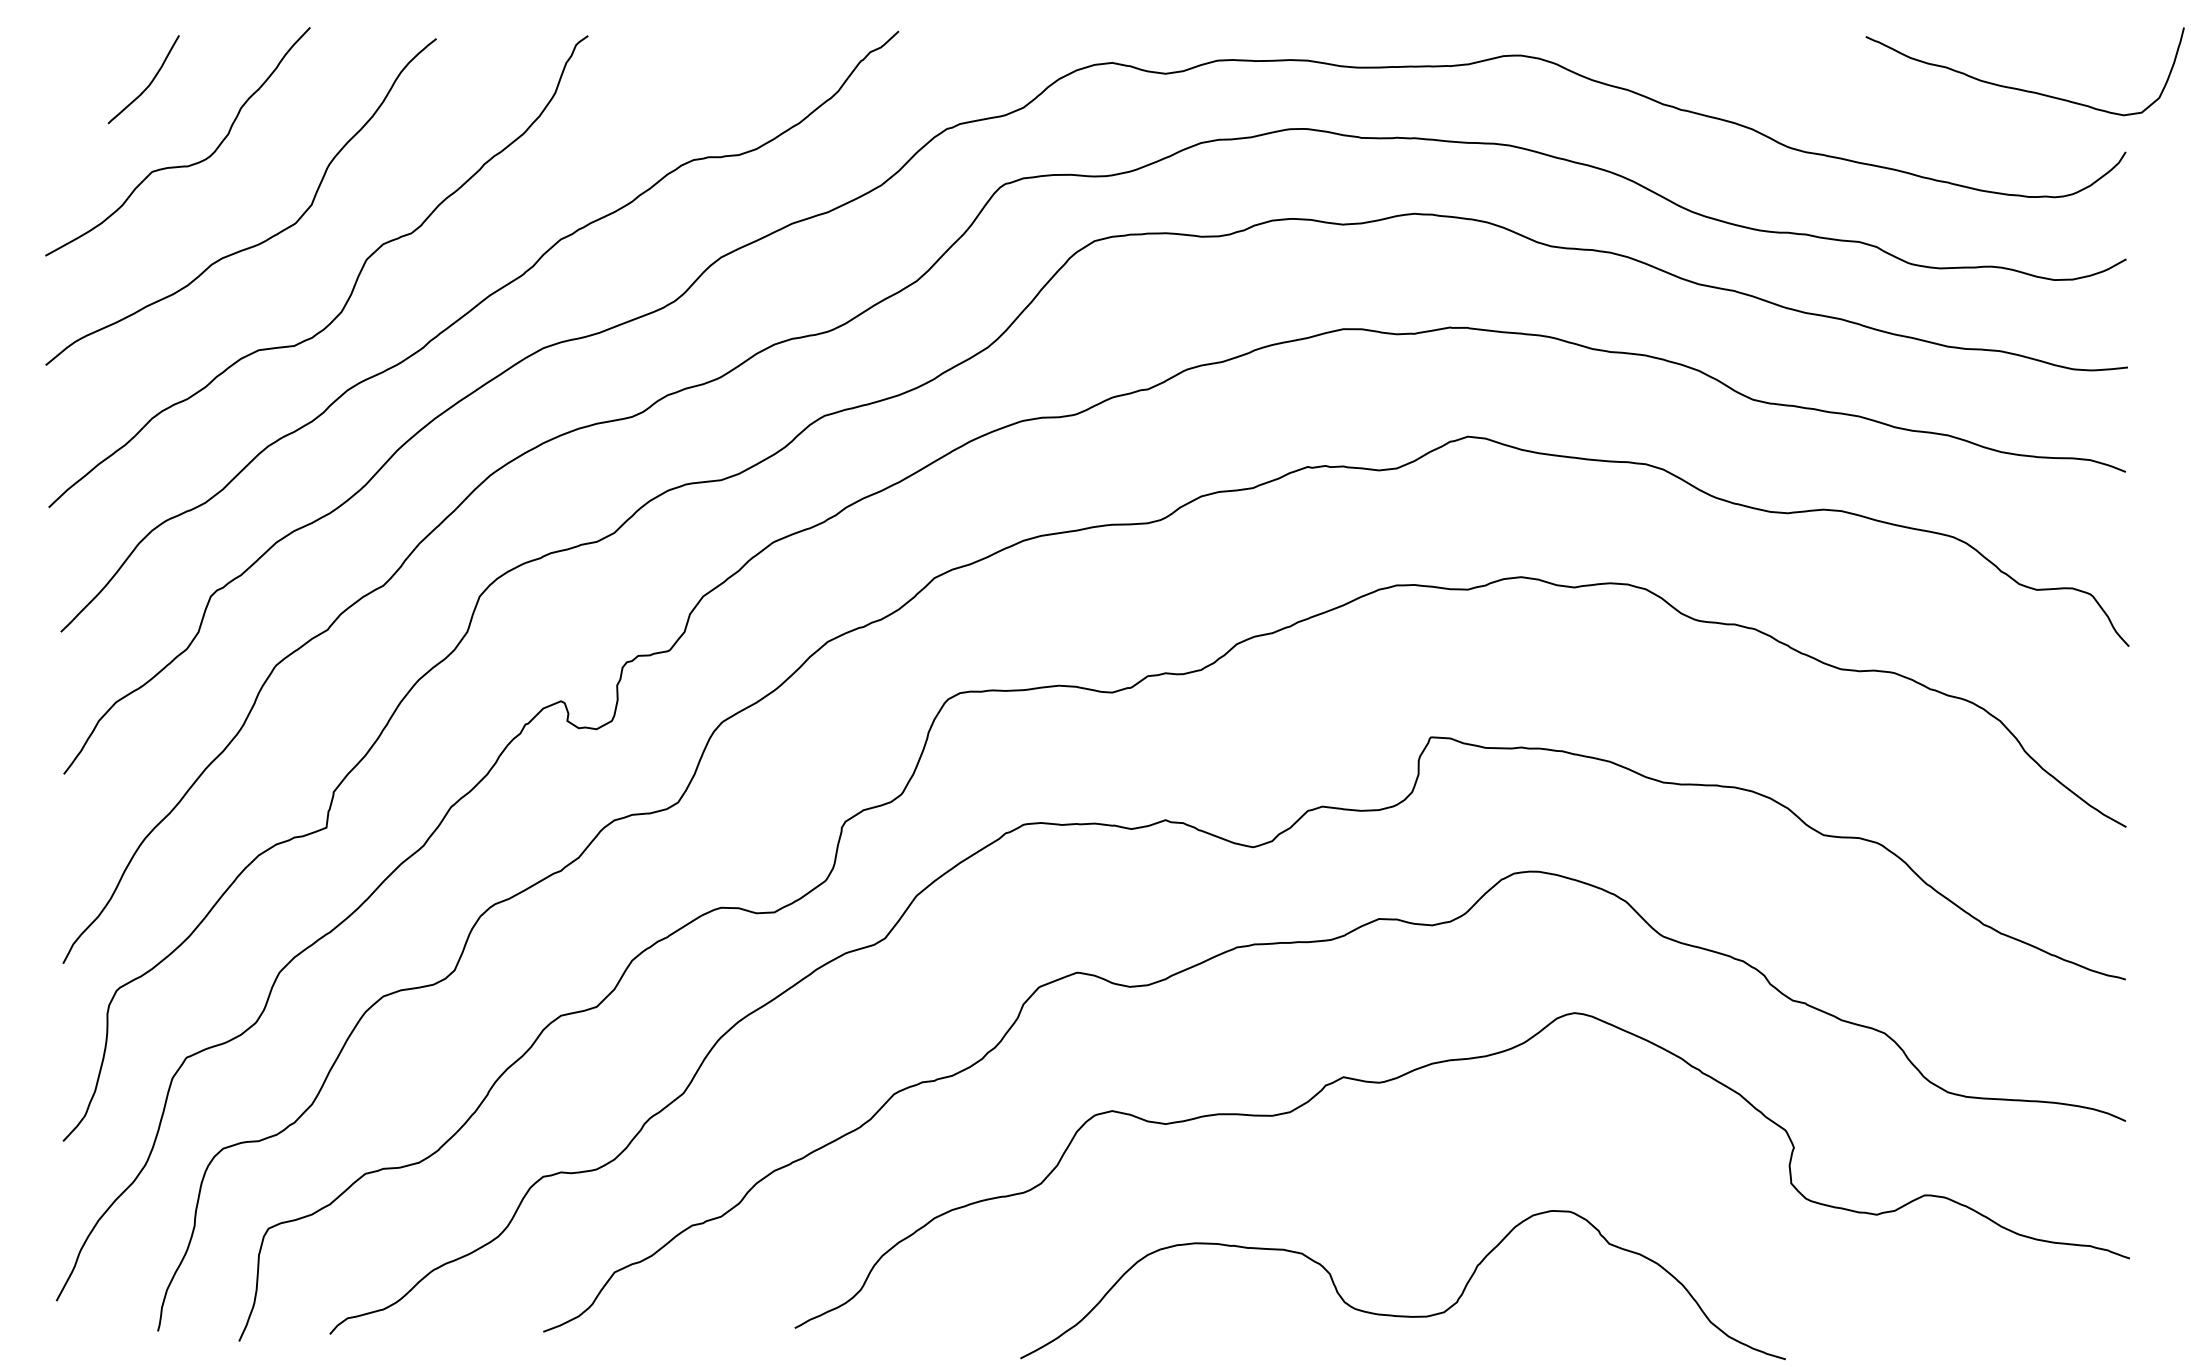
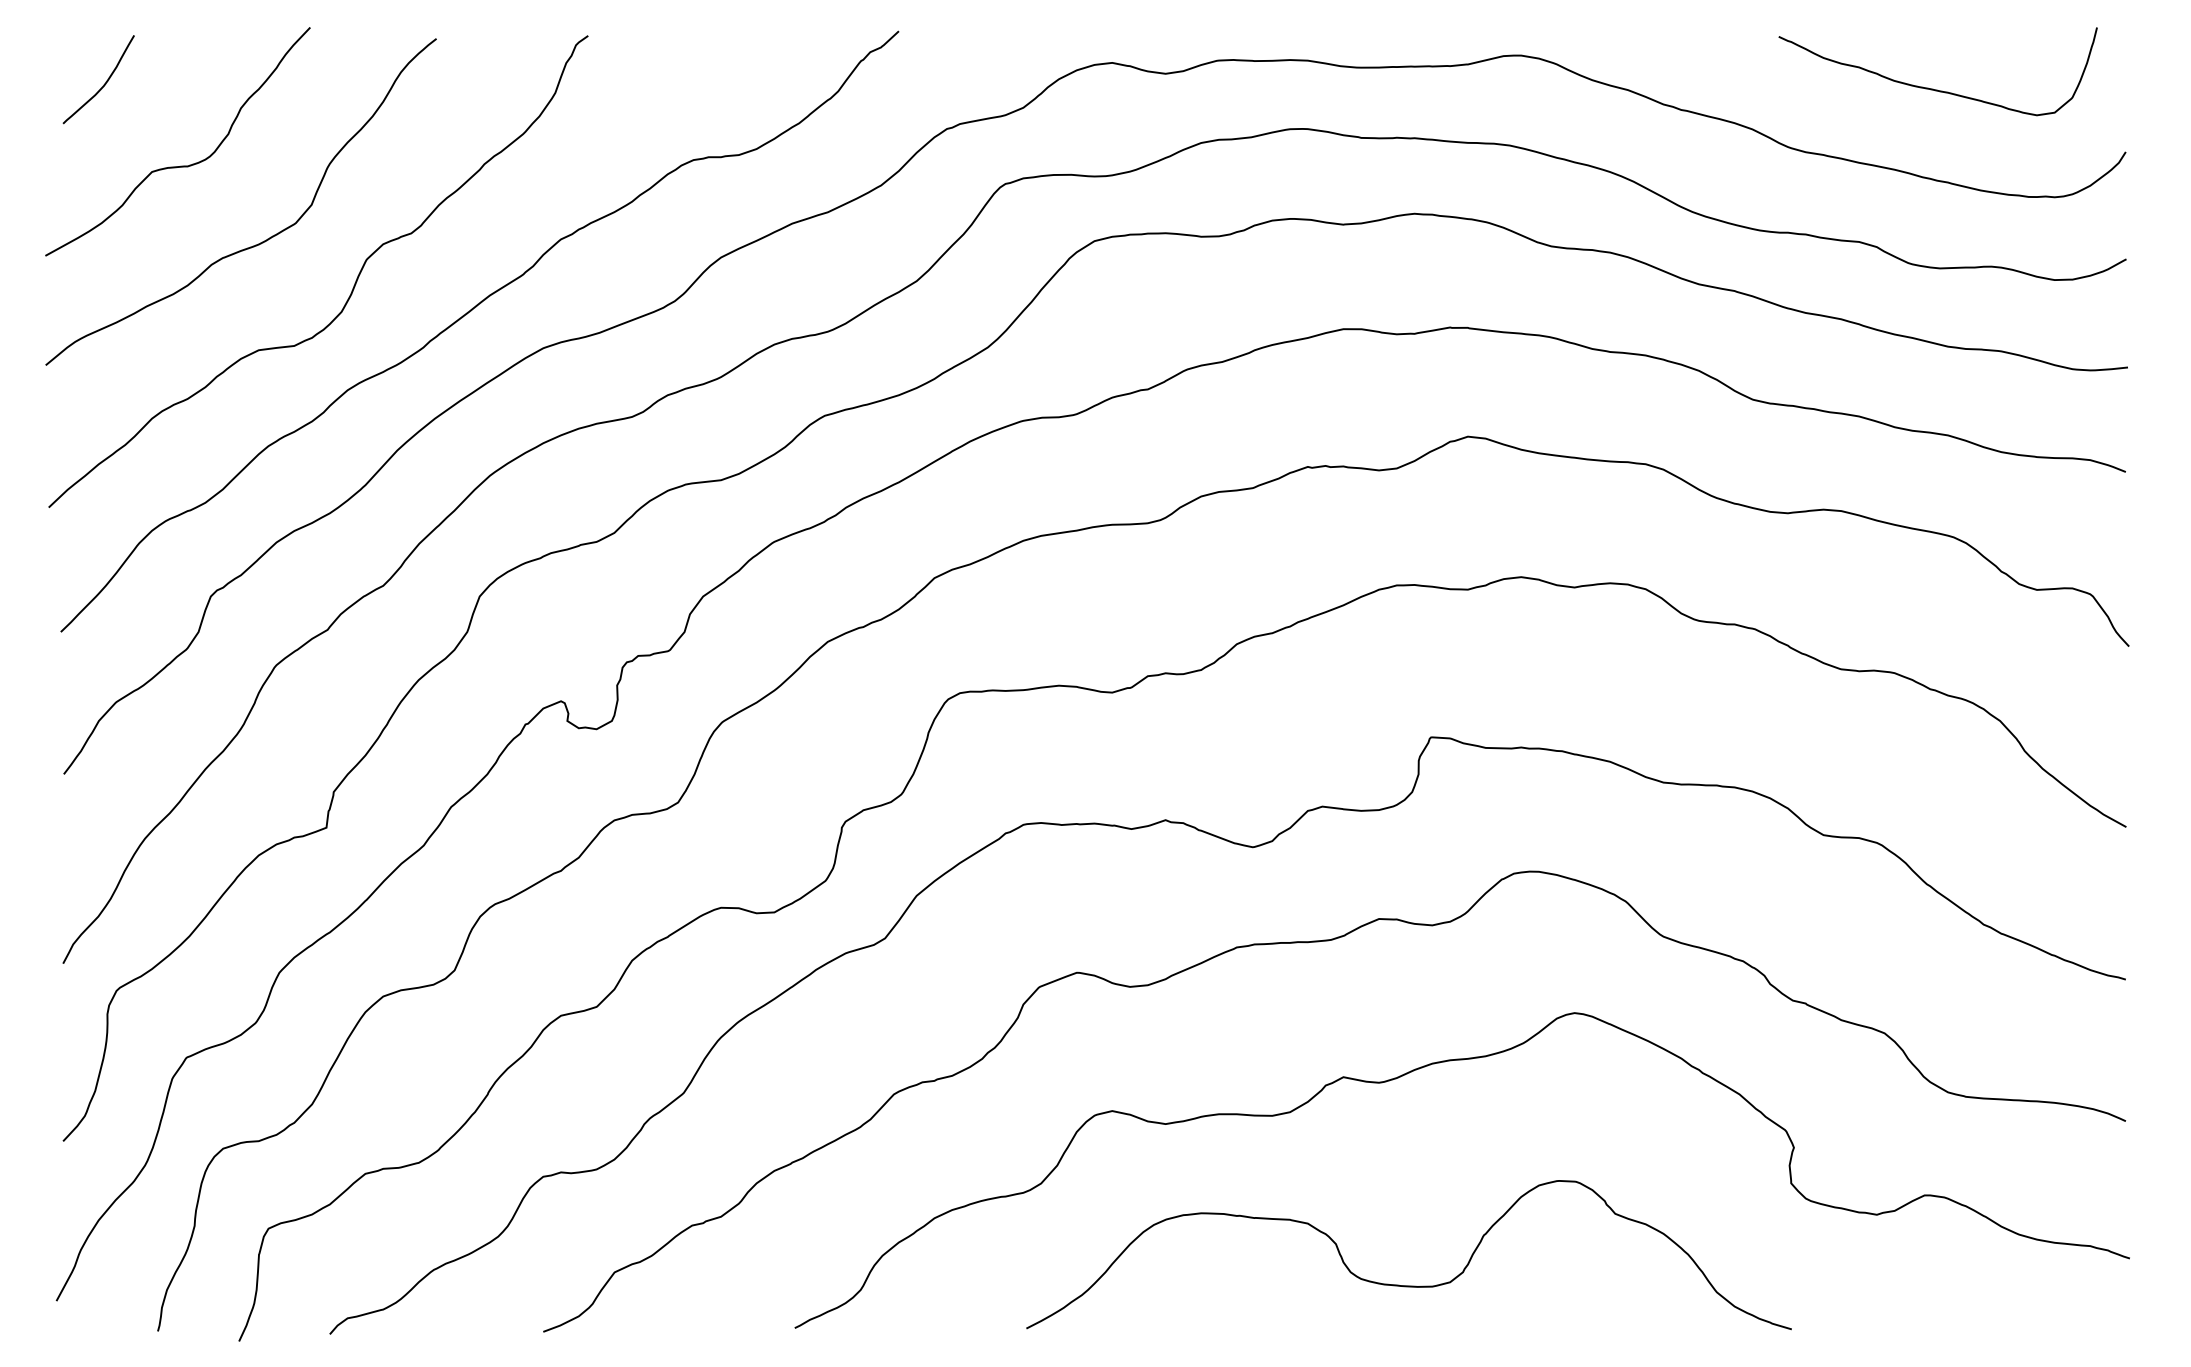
curve at (148, 84) position: (148, 84) -> (103, 84)
curve at (2020, 88) position: (2020, 88) -> (1933, 88)
curve at (1402, 1315) position: (1402, 1315) -> (1408, 1285)
